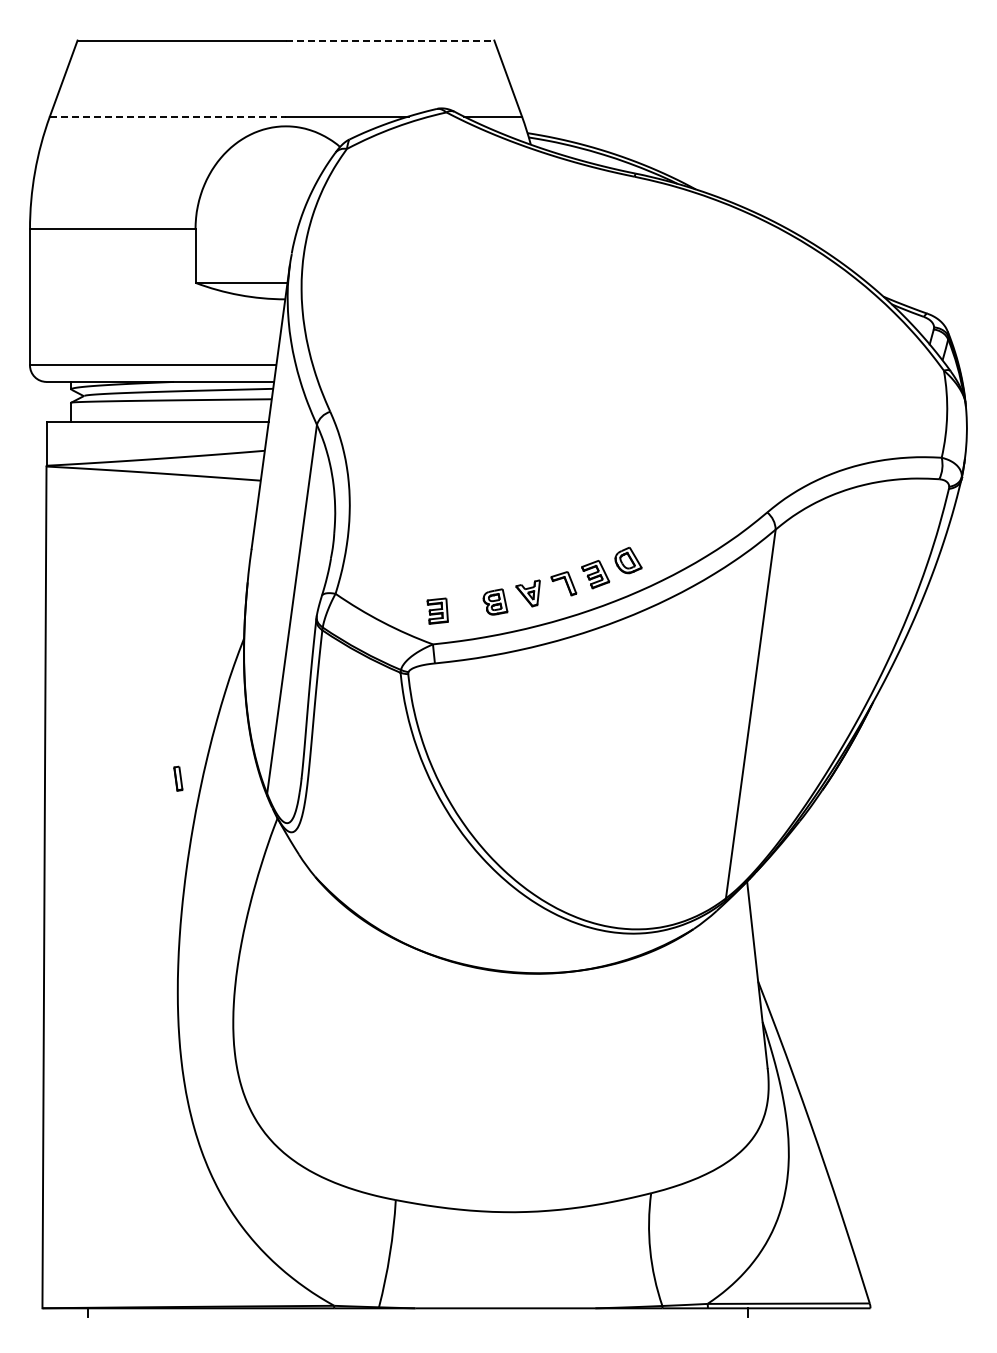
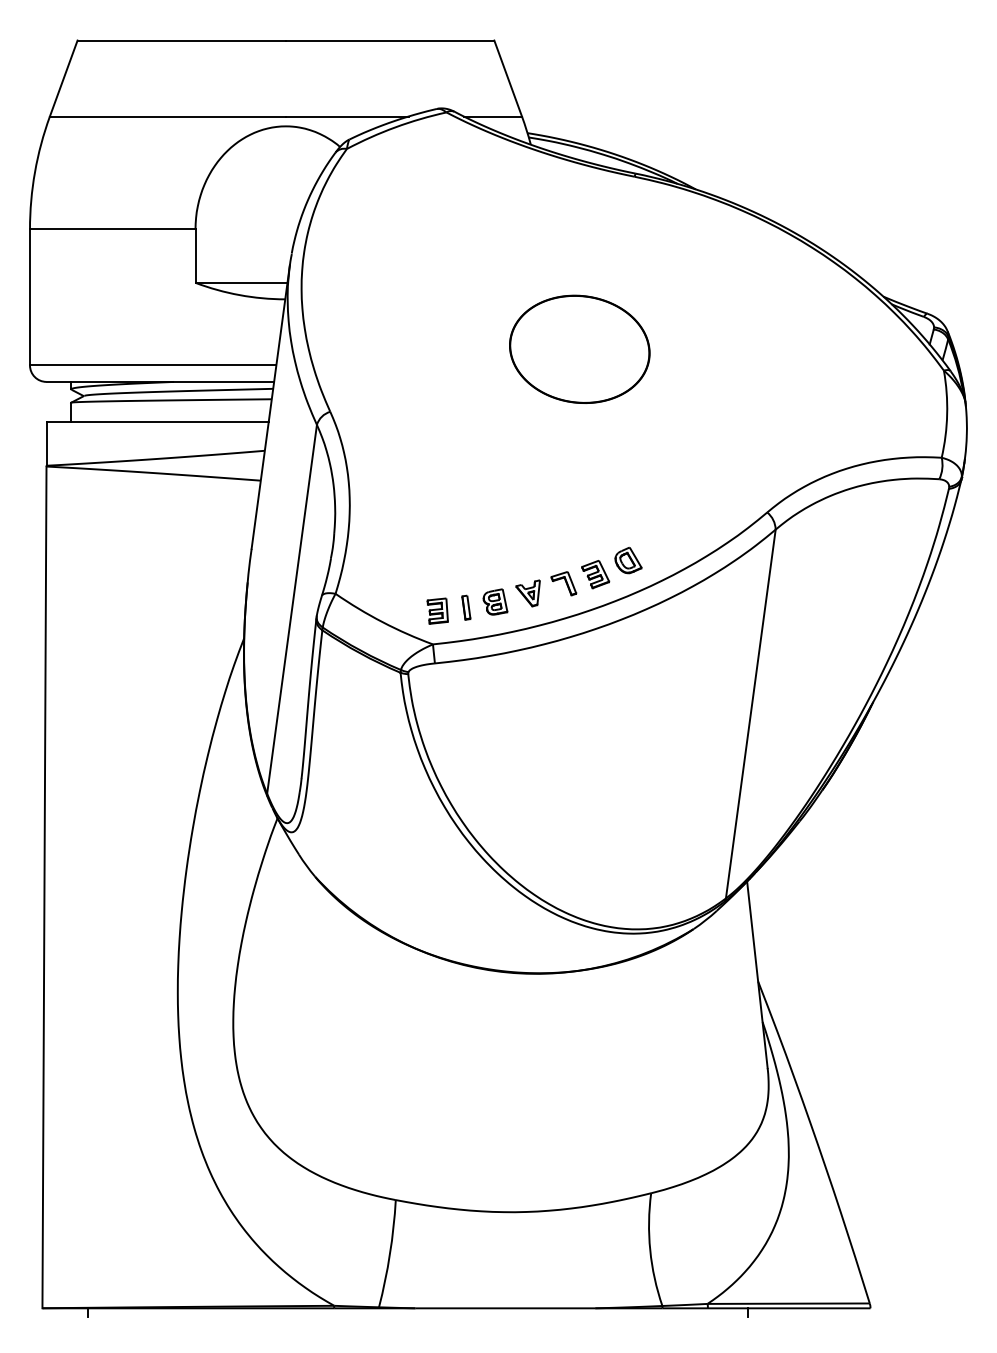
line at (390, 40): dashed -> solid
line at (168, 116): dashed -> solid
part at (579, 348): none -> present
part at (178, 778) position: (178, 778) -> (466, 607)
